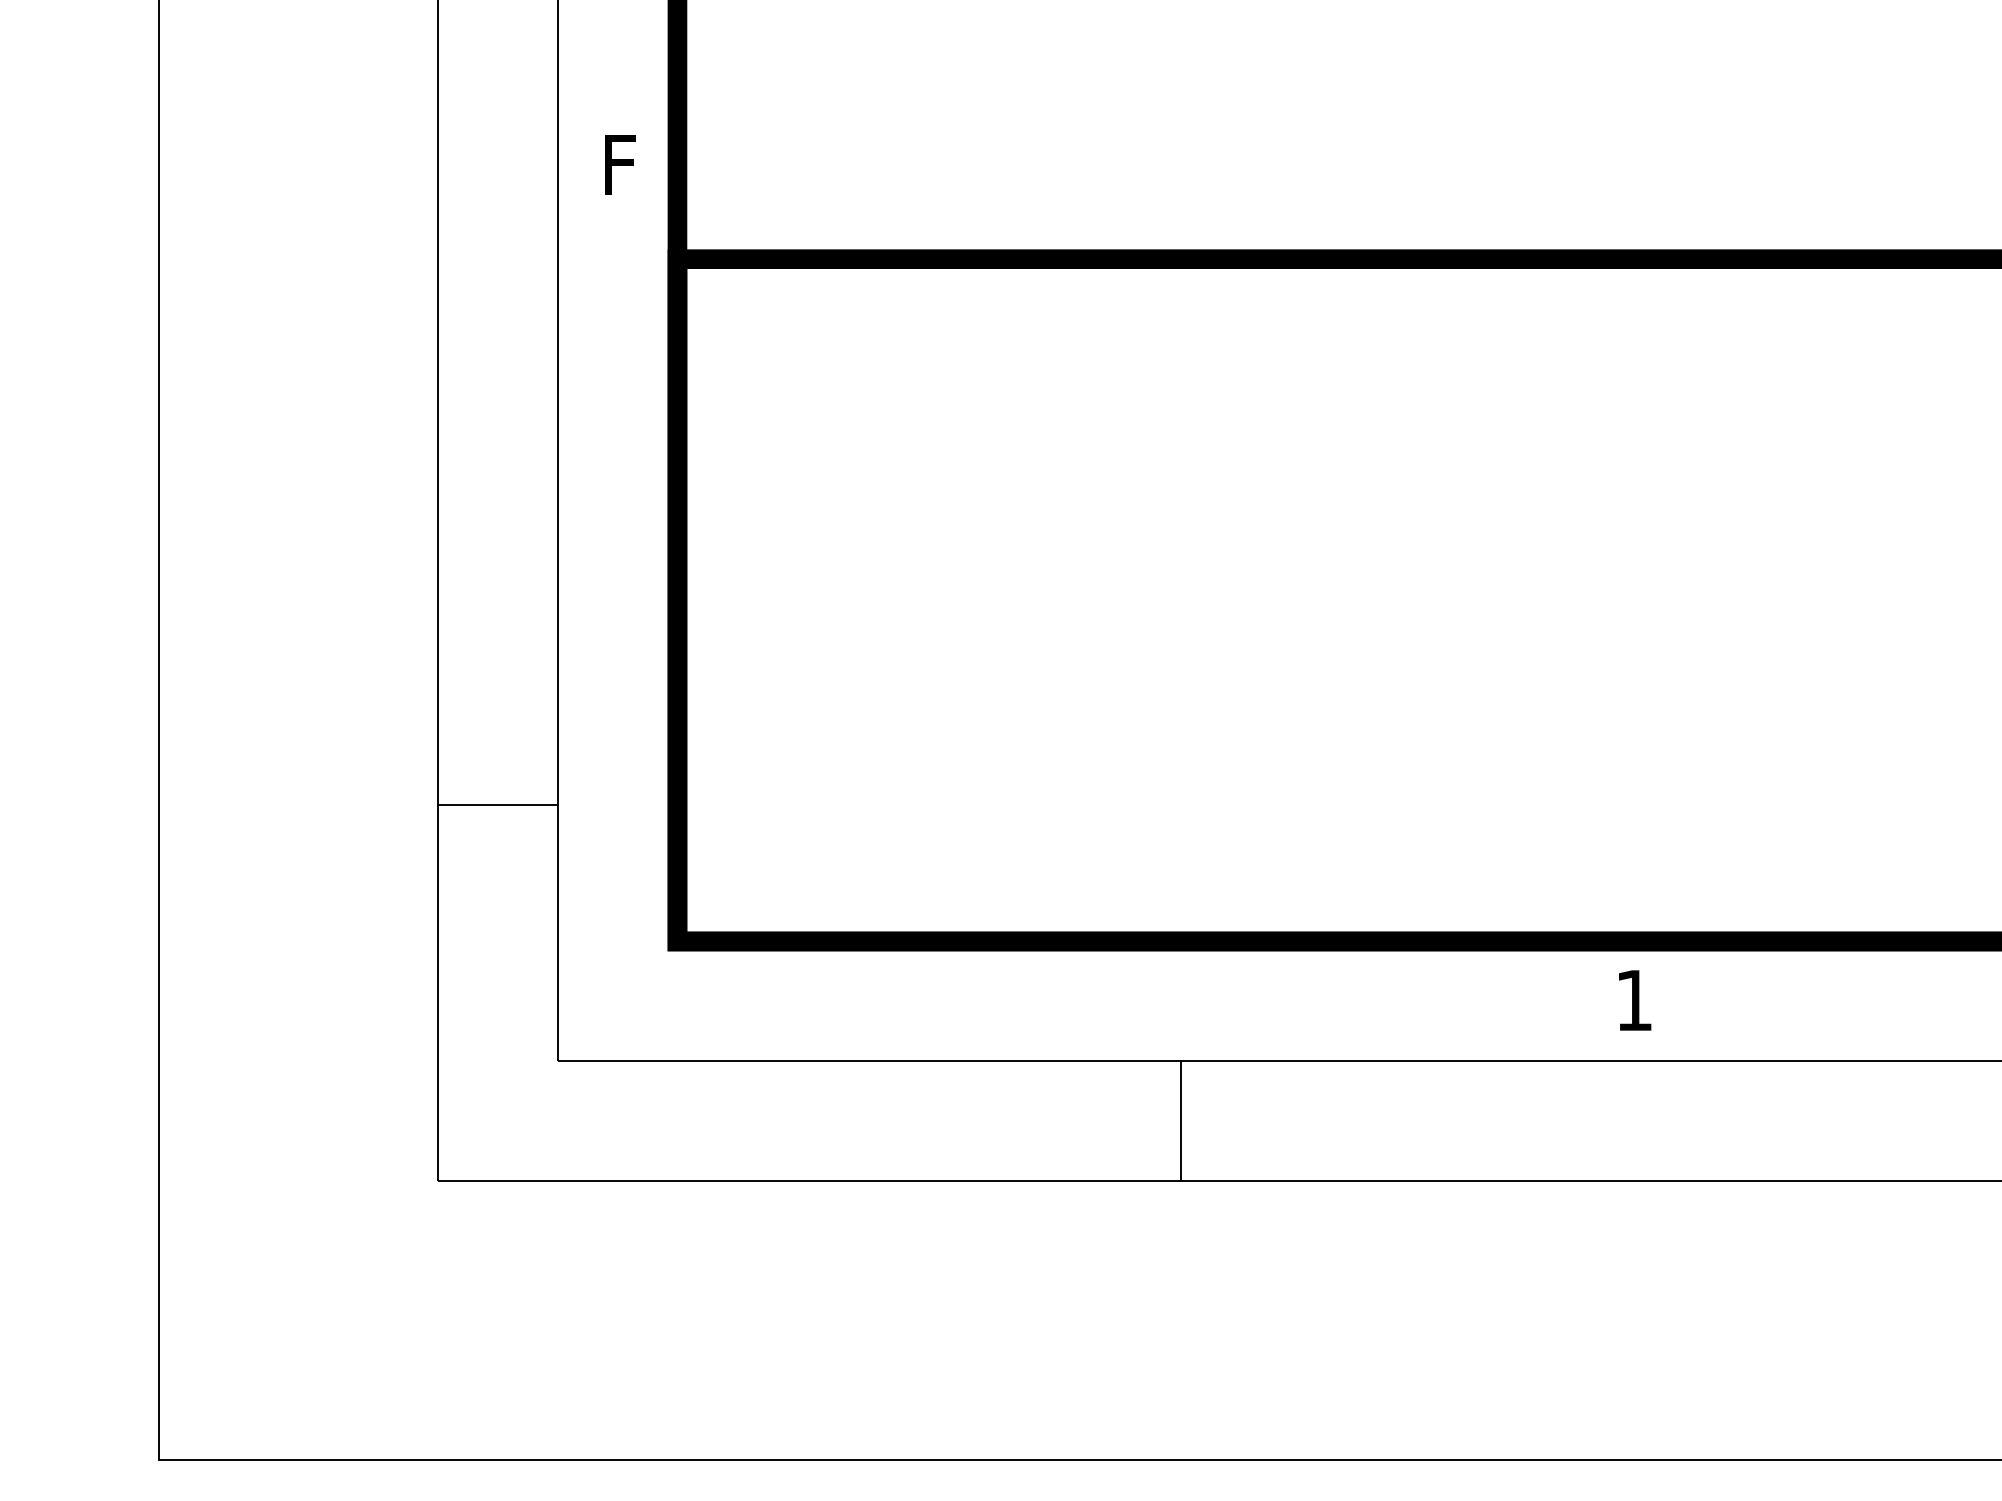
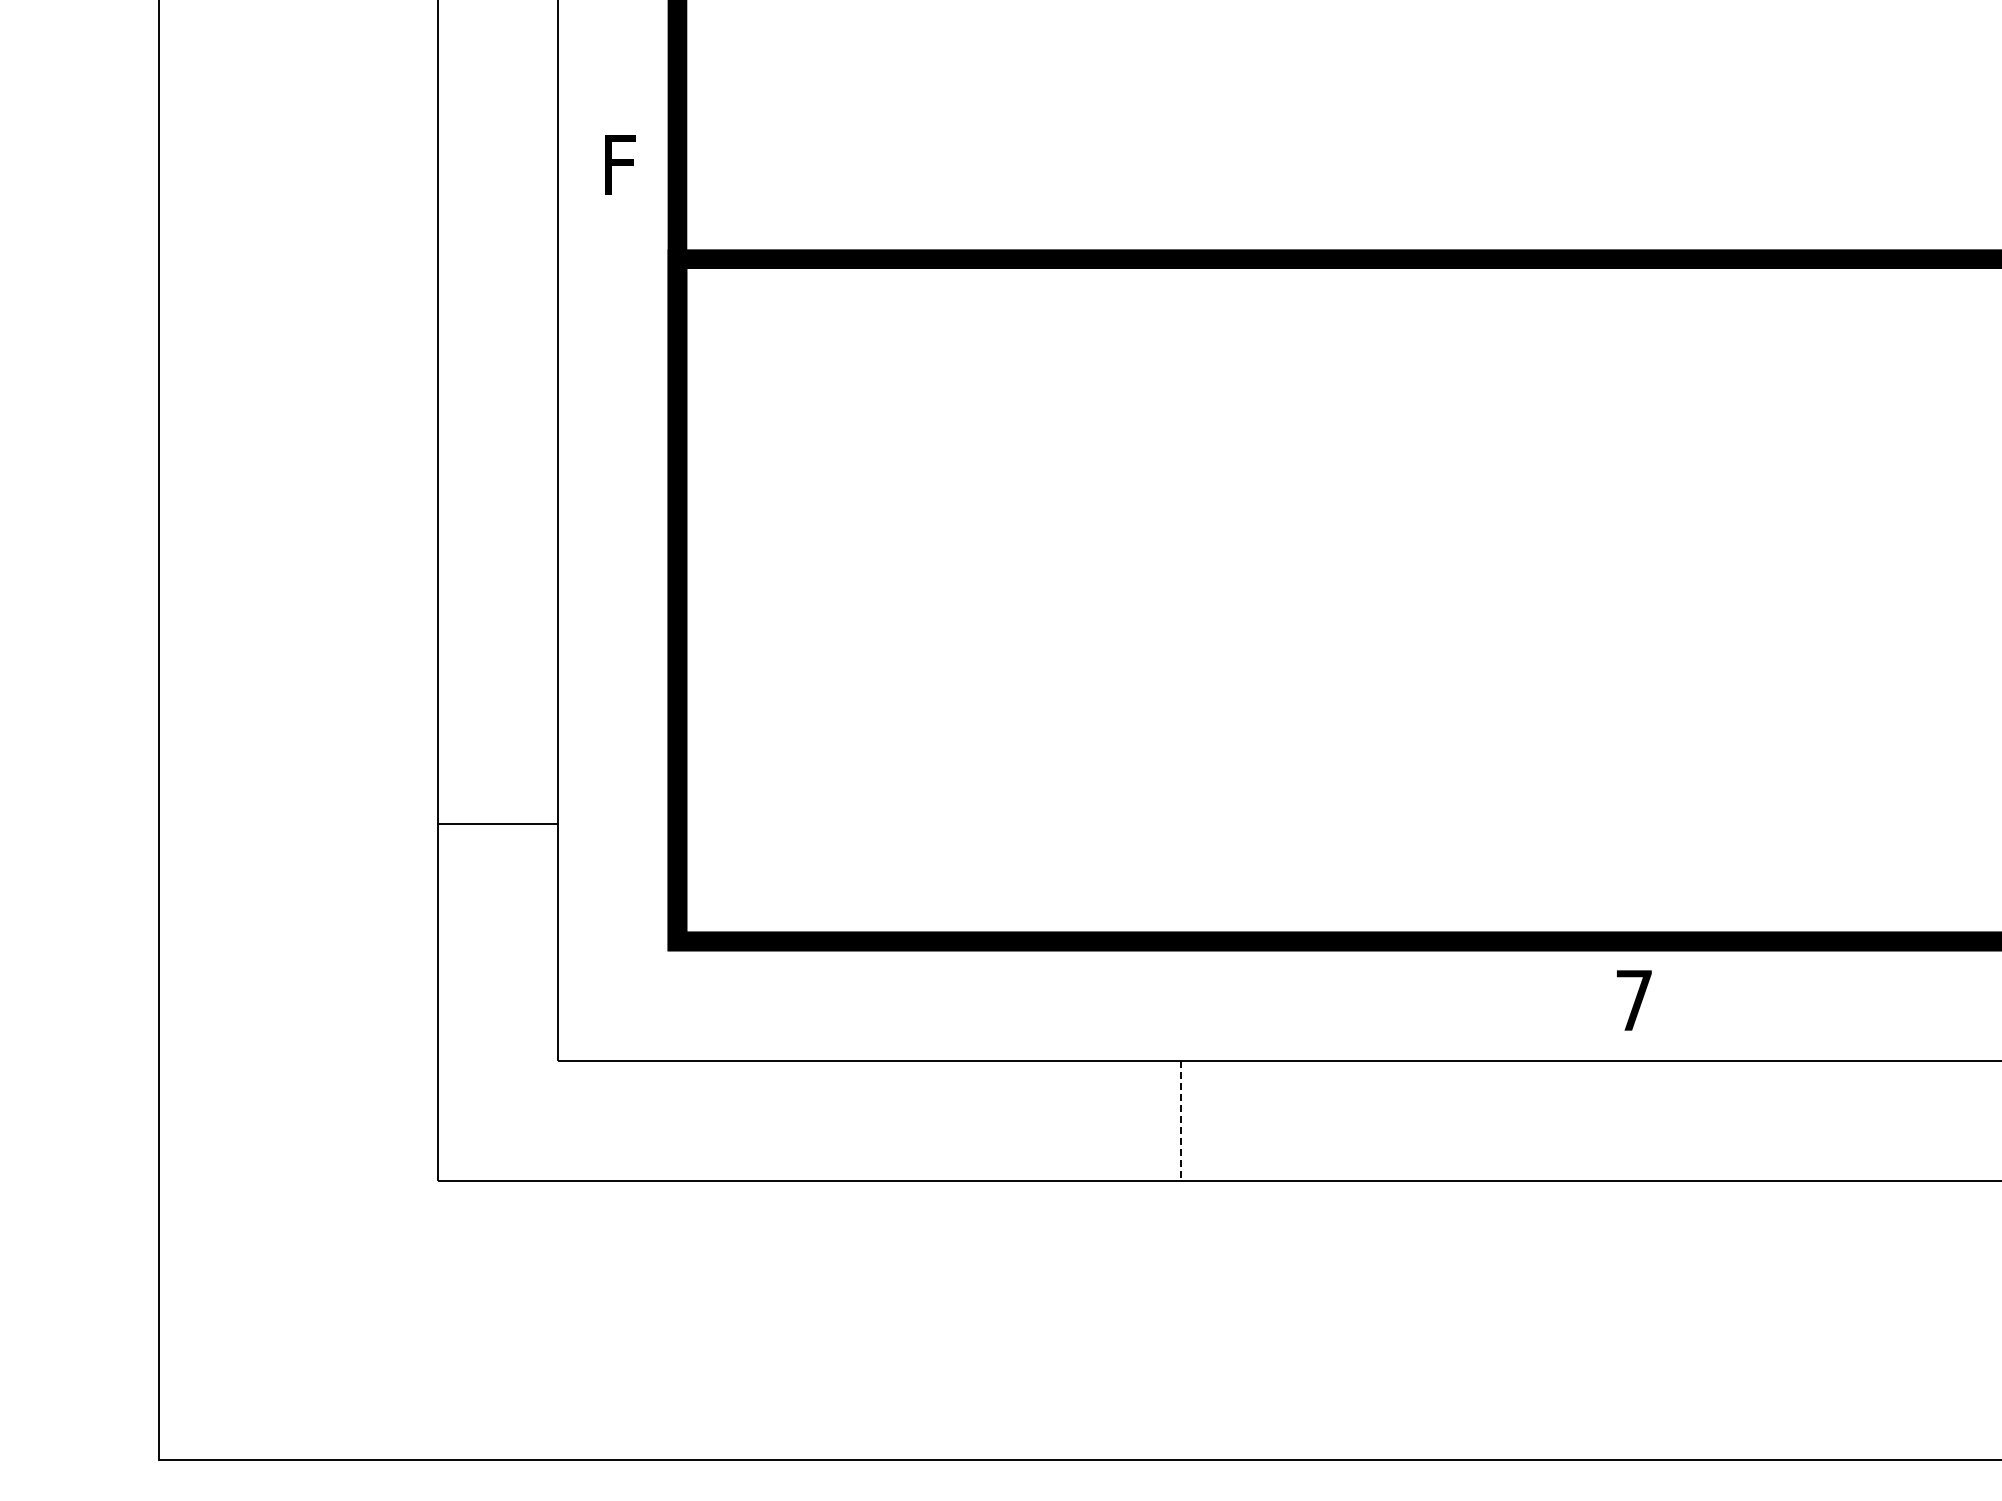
line at (497, 804) position: (497, 804) -> (497, 823)
text at (1634, 1000): 1 -> 7
line at (1180, 1121): solid -> dashed
